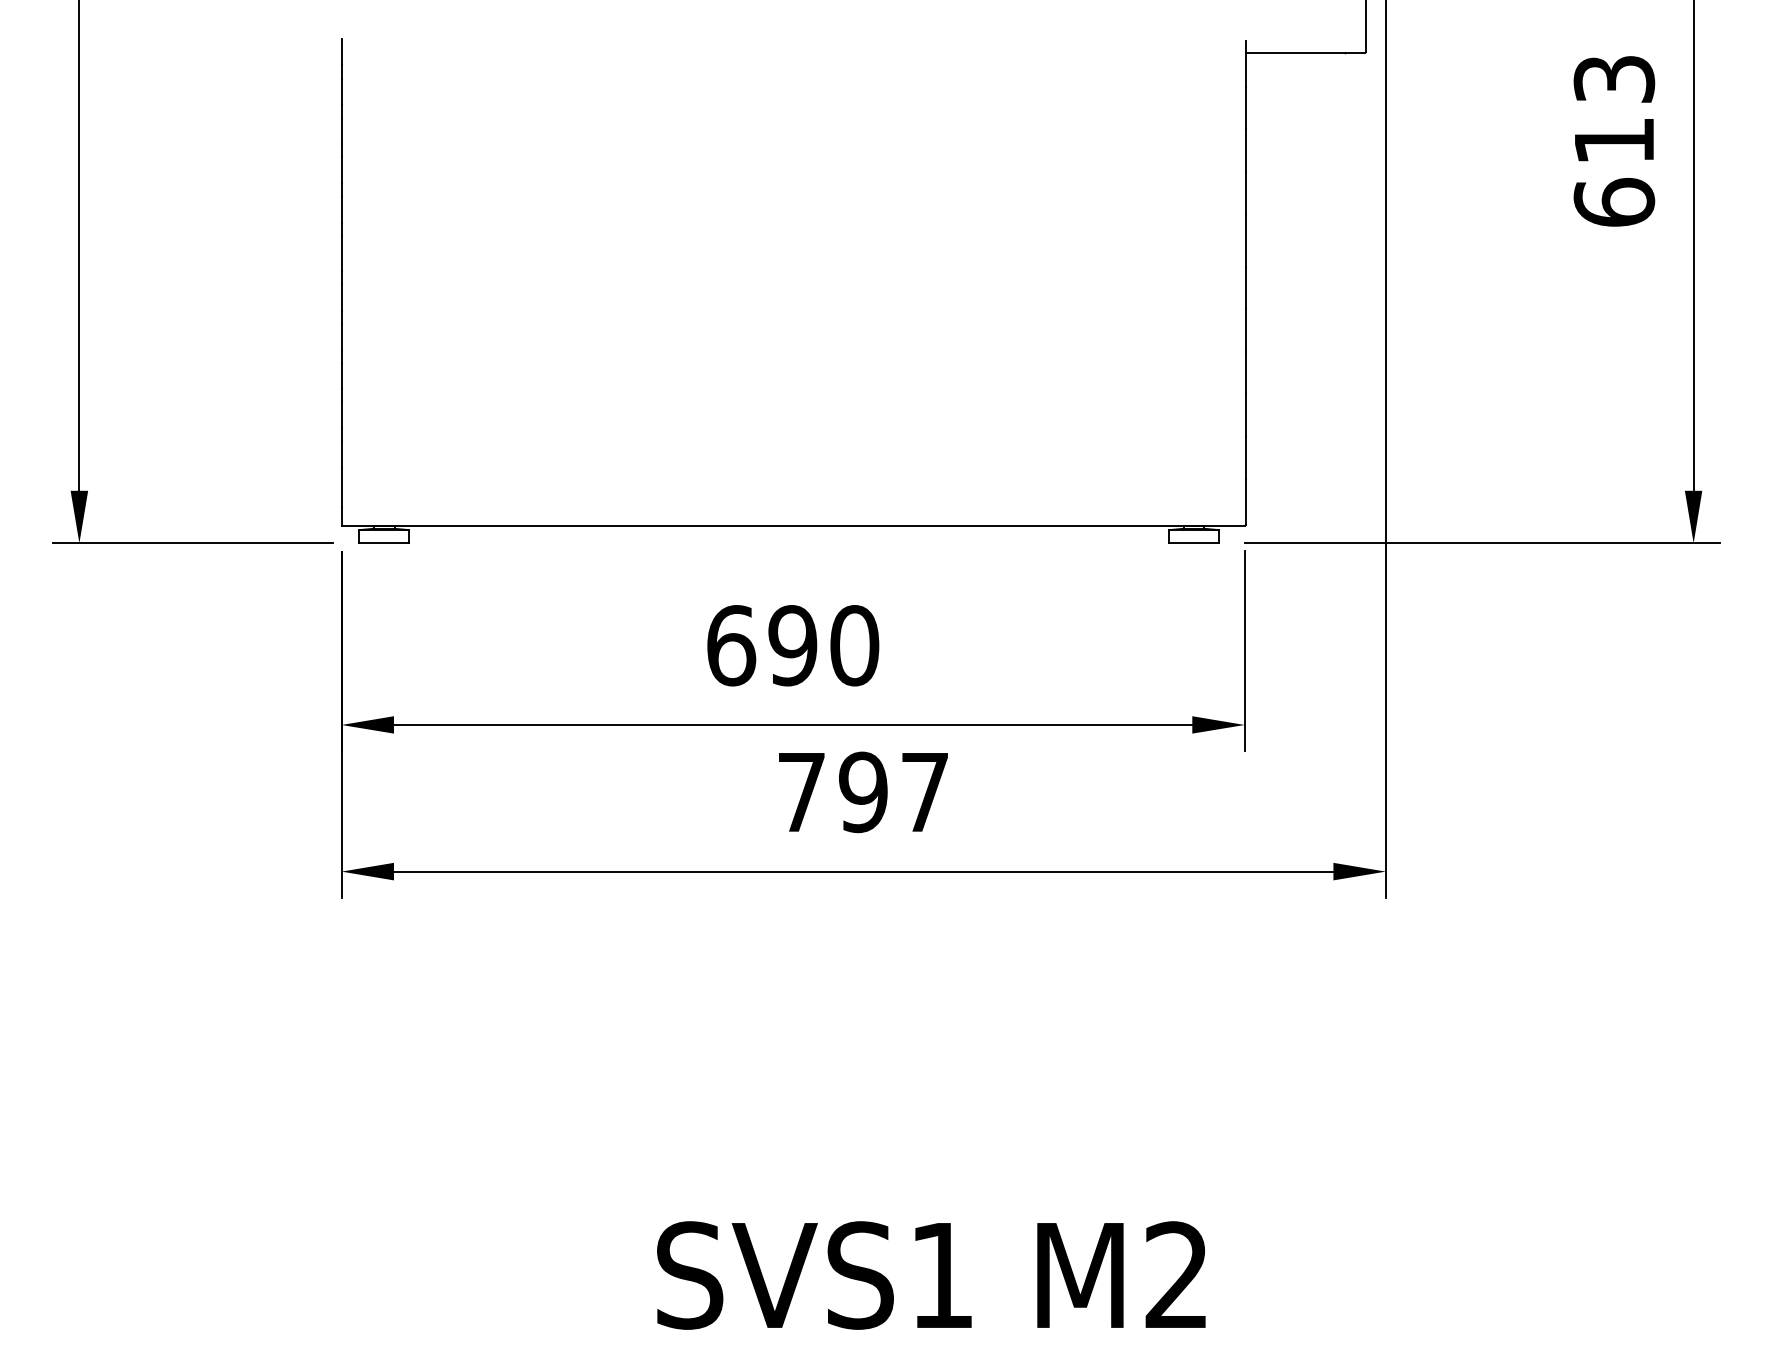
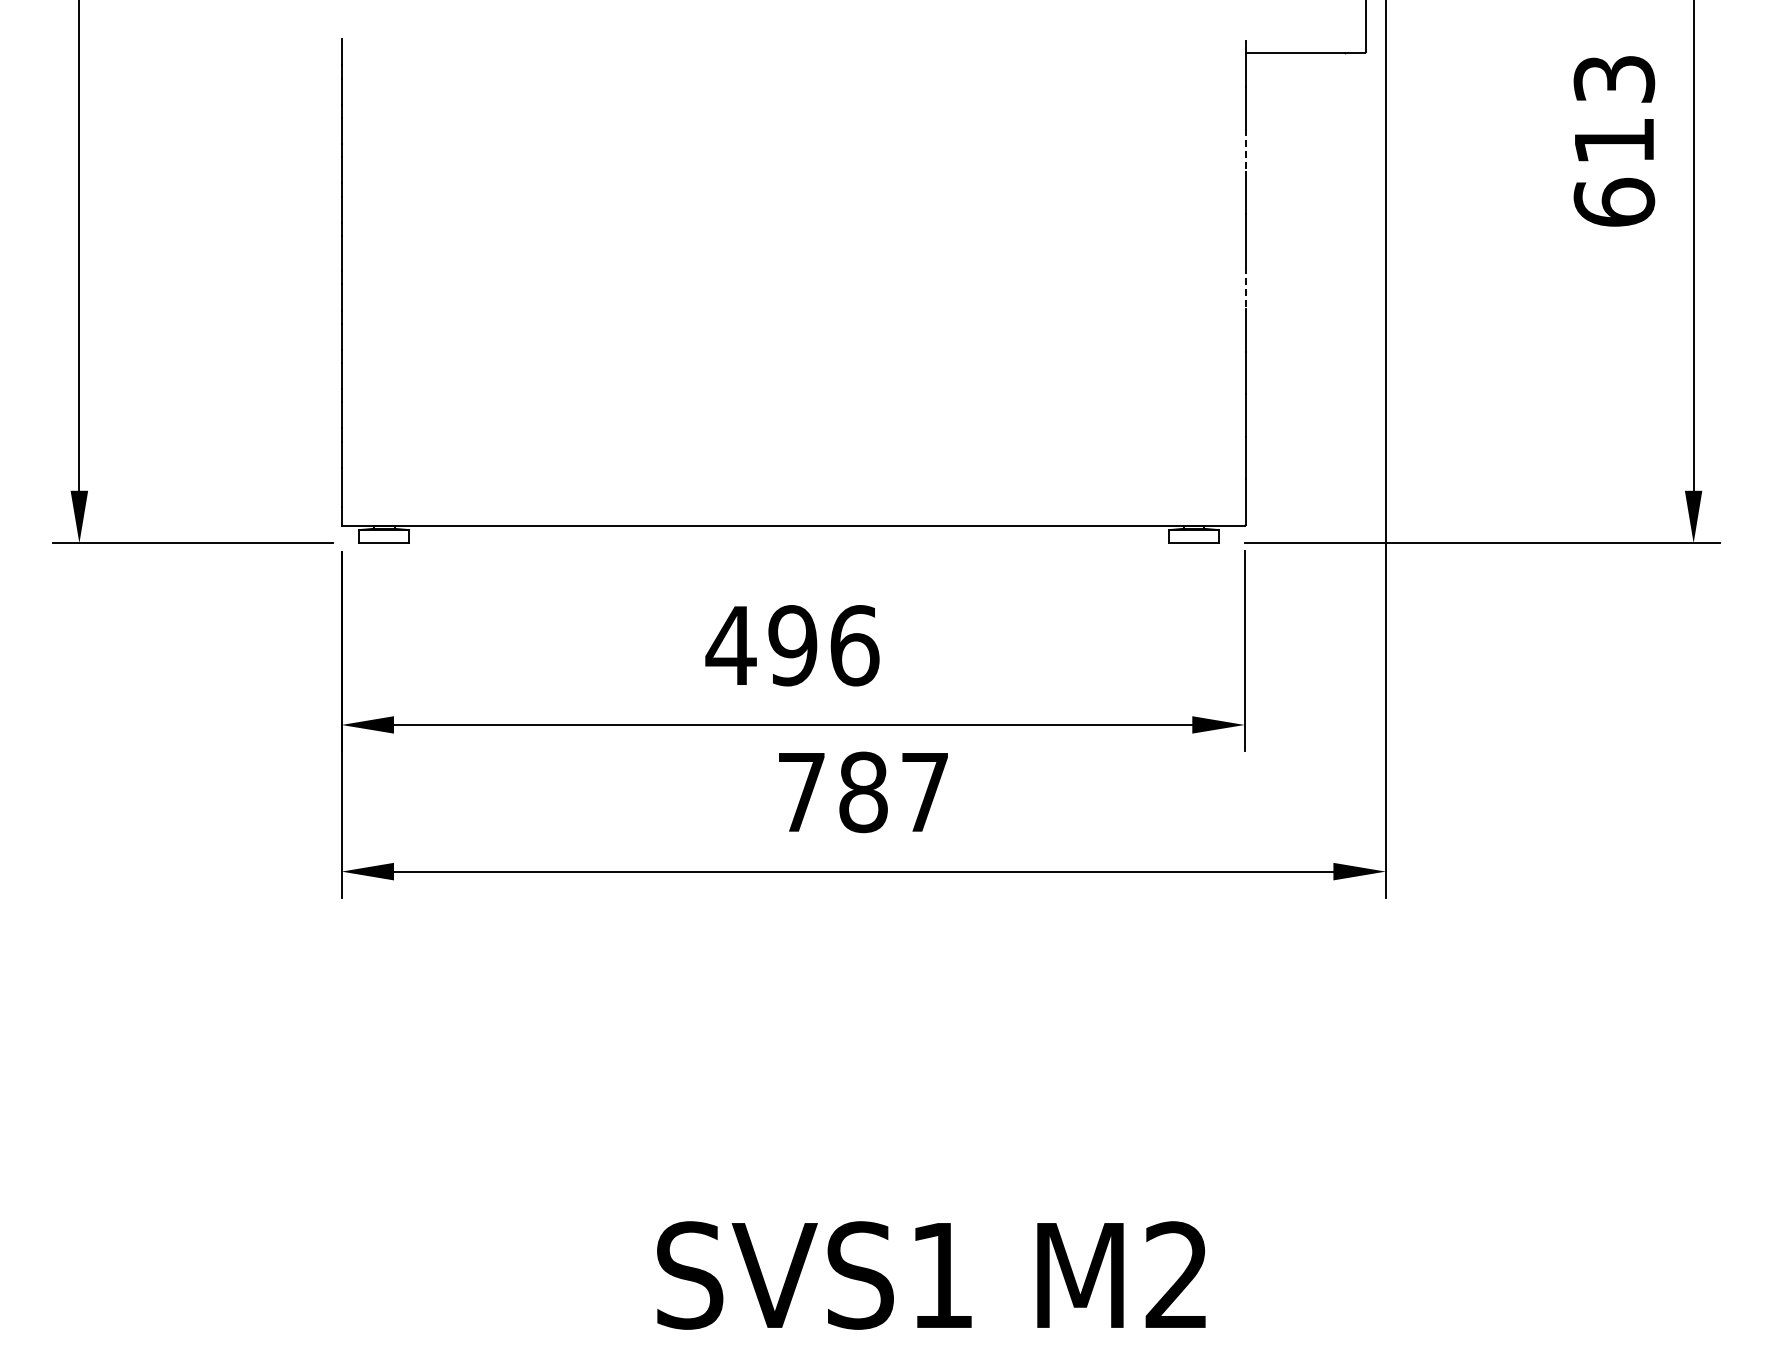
line at (1245, 150): solid -> dashed
line at (1245, 287): solid -> dashed
text at (792, 645): 690 -> 496
text at (863, 792): 797 -> 787
